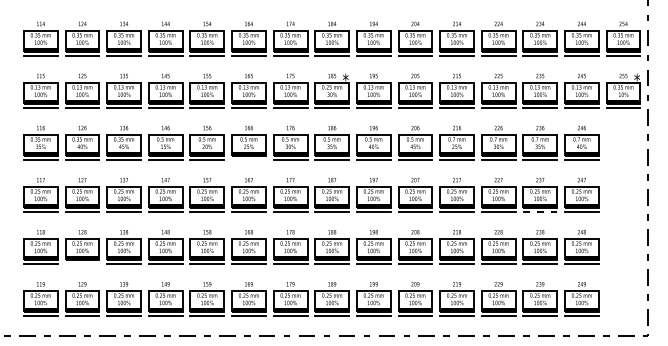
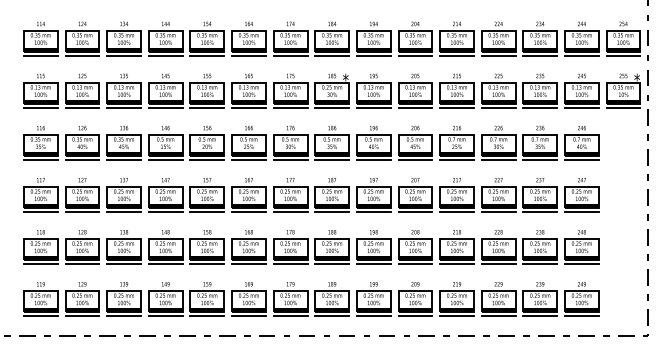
line at (248, 159): none -> present
line at (540, 212): dashed -> solid
line at (82, 264): none -> present
